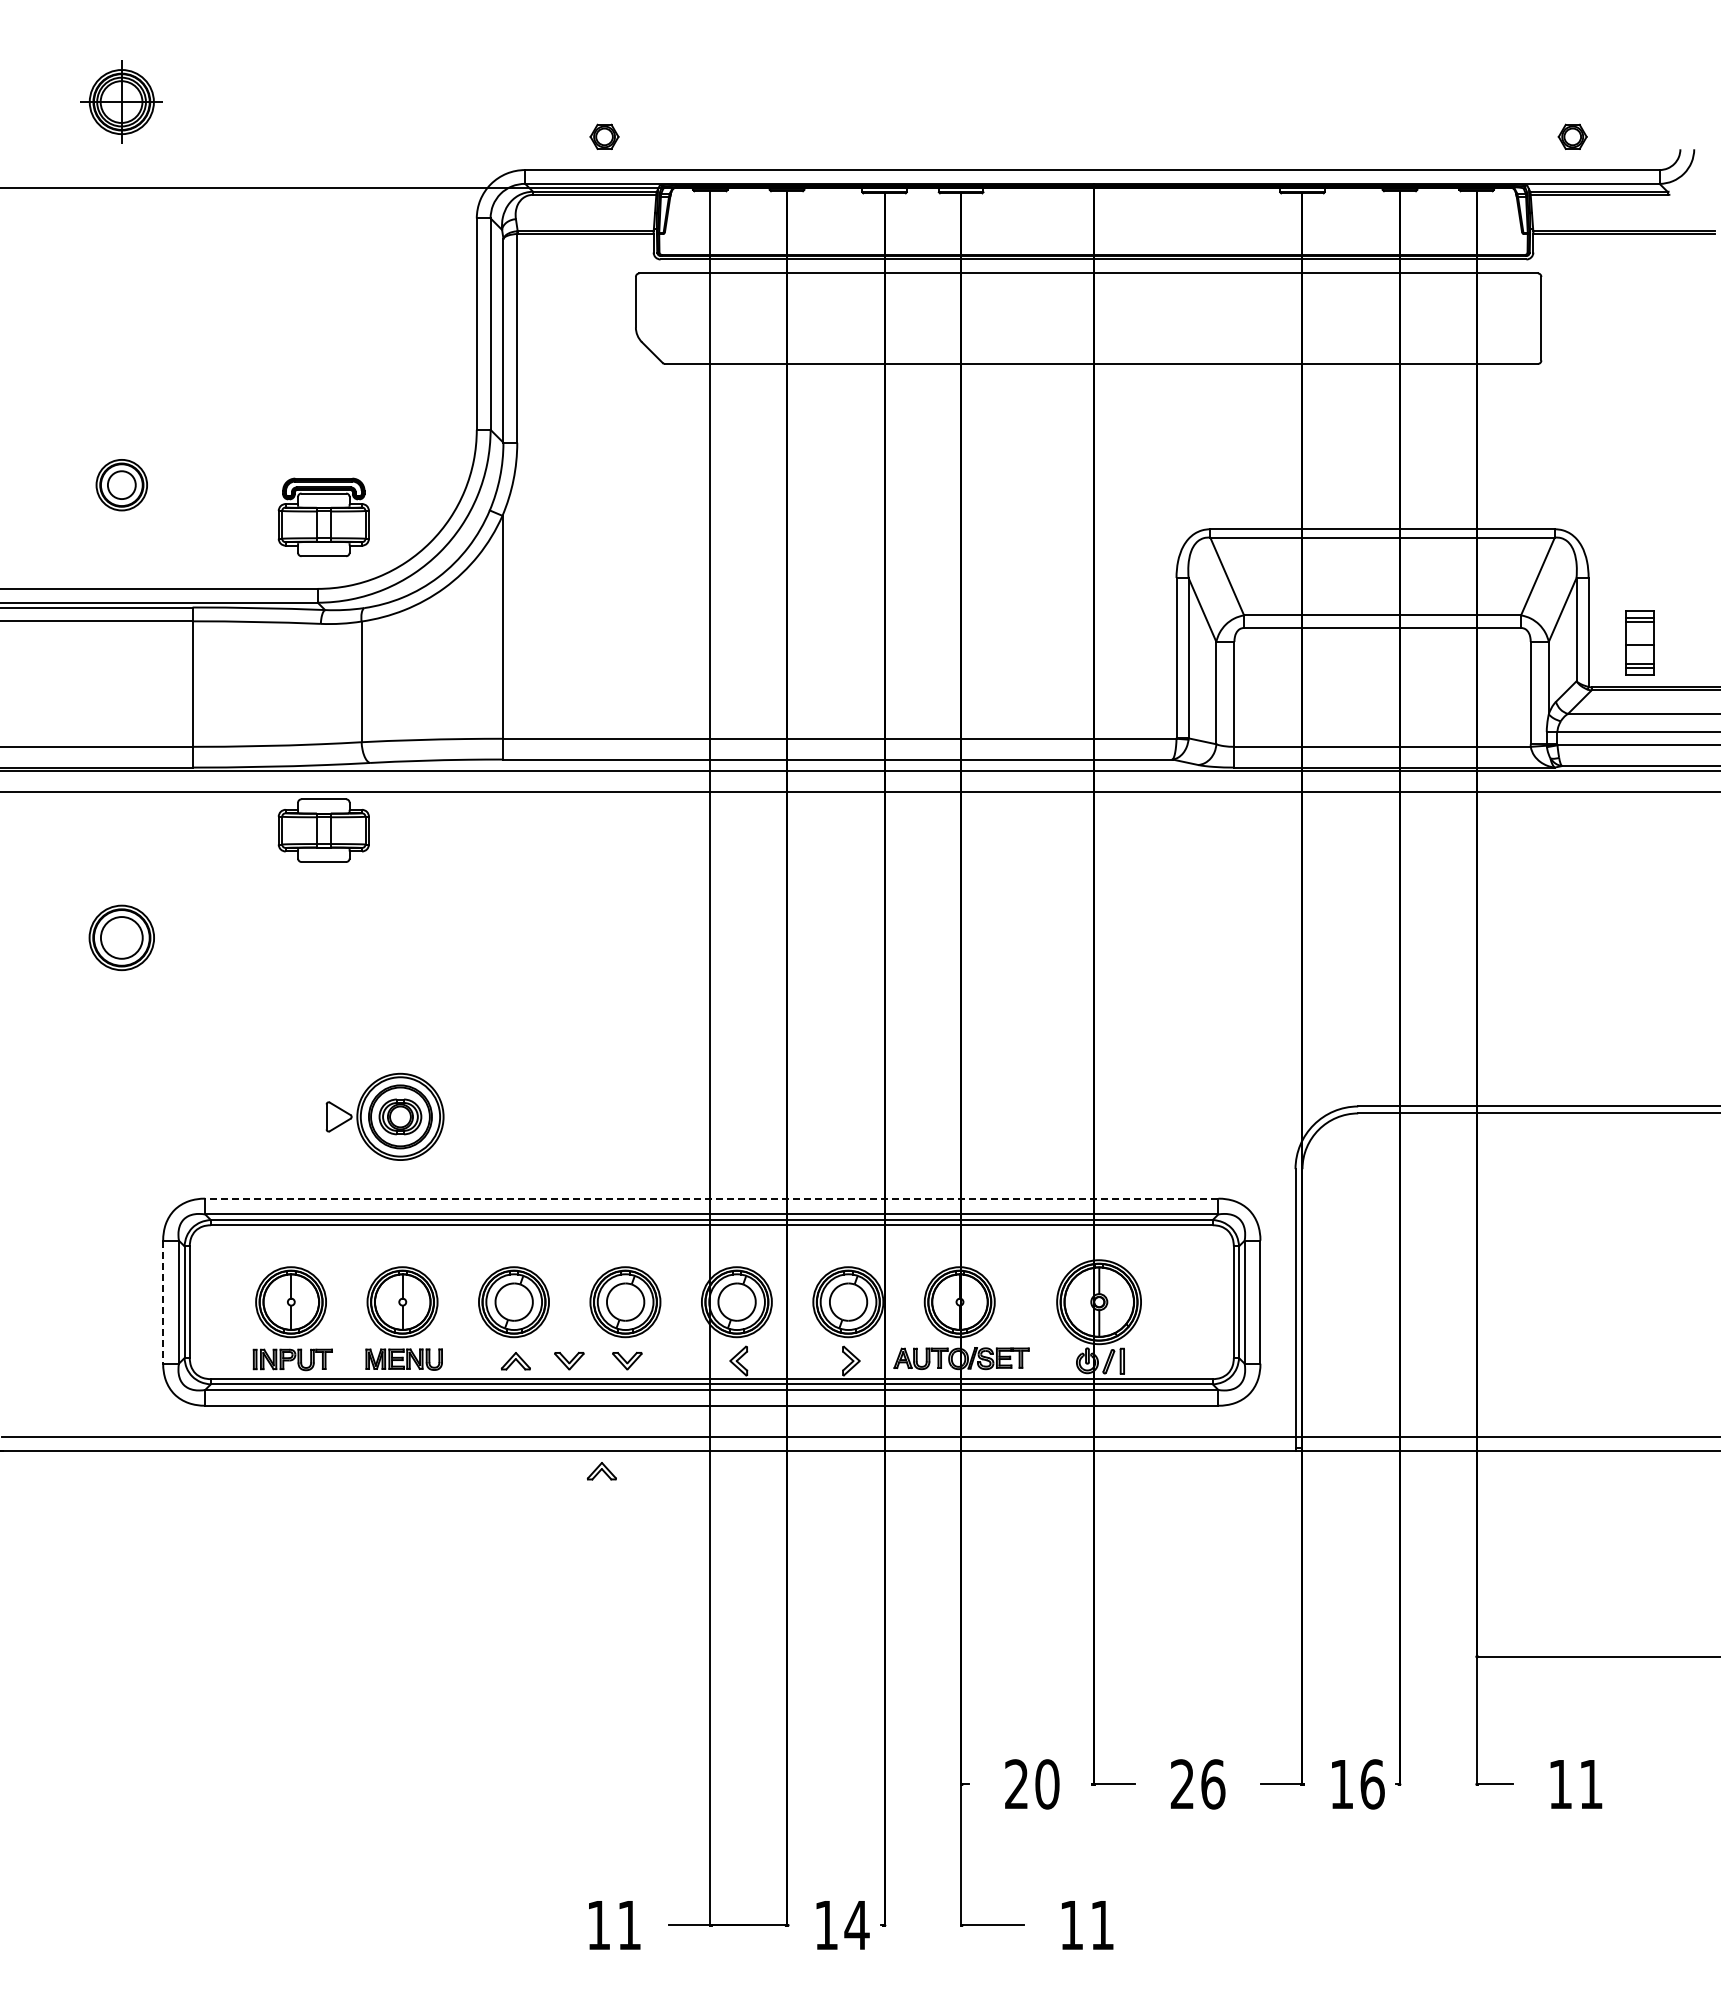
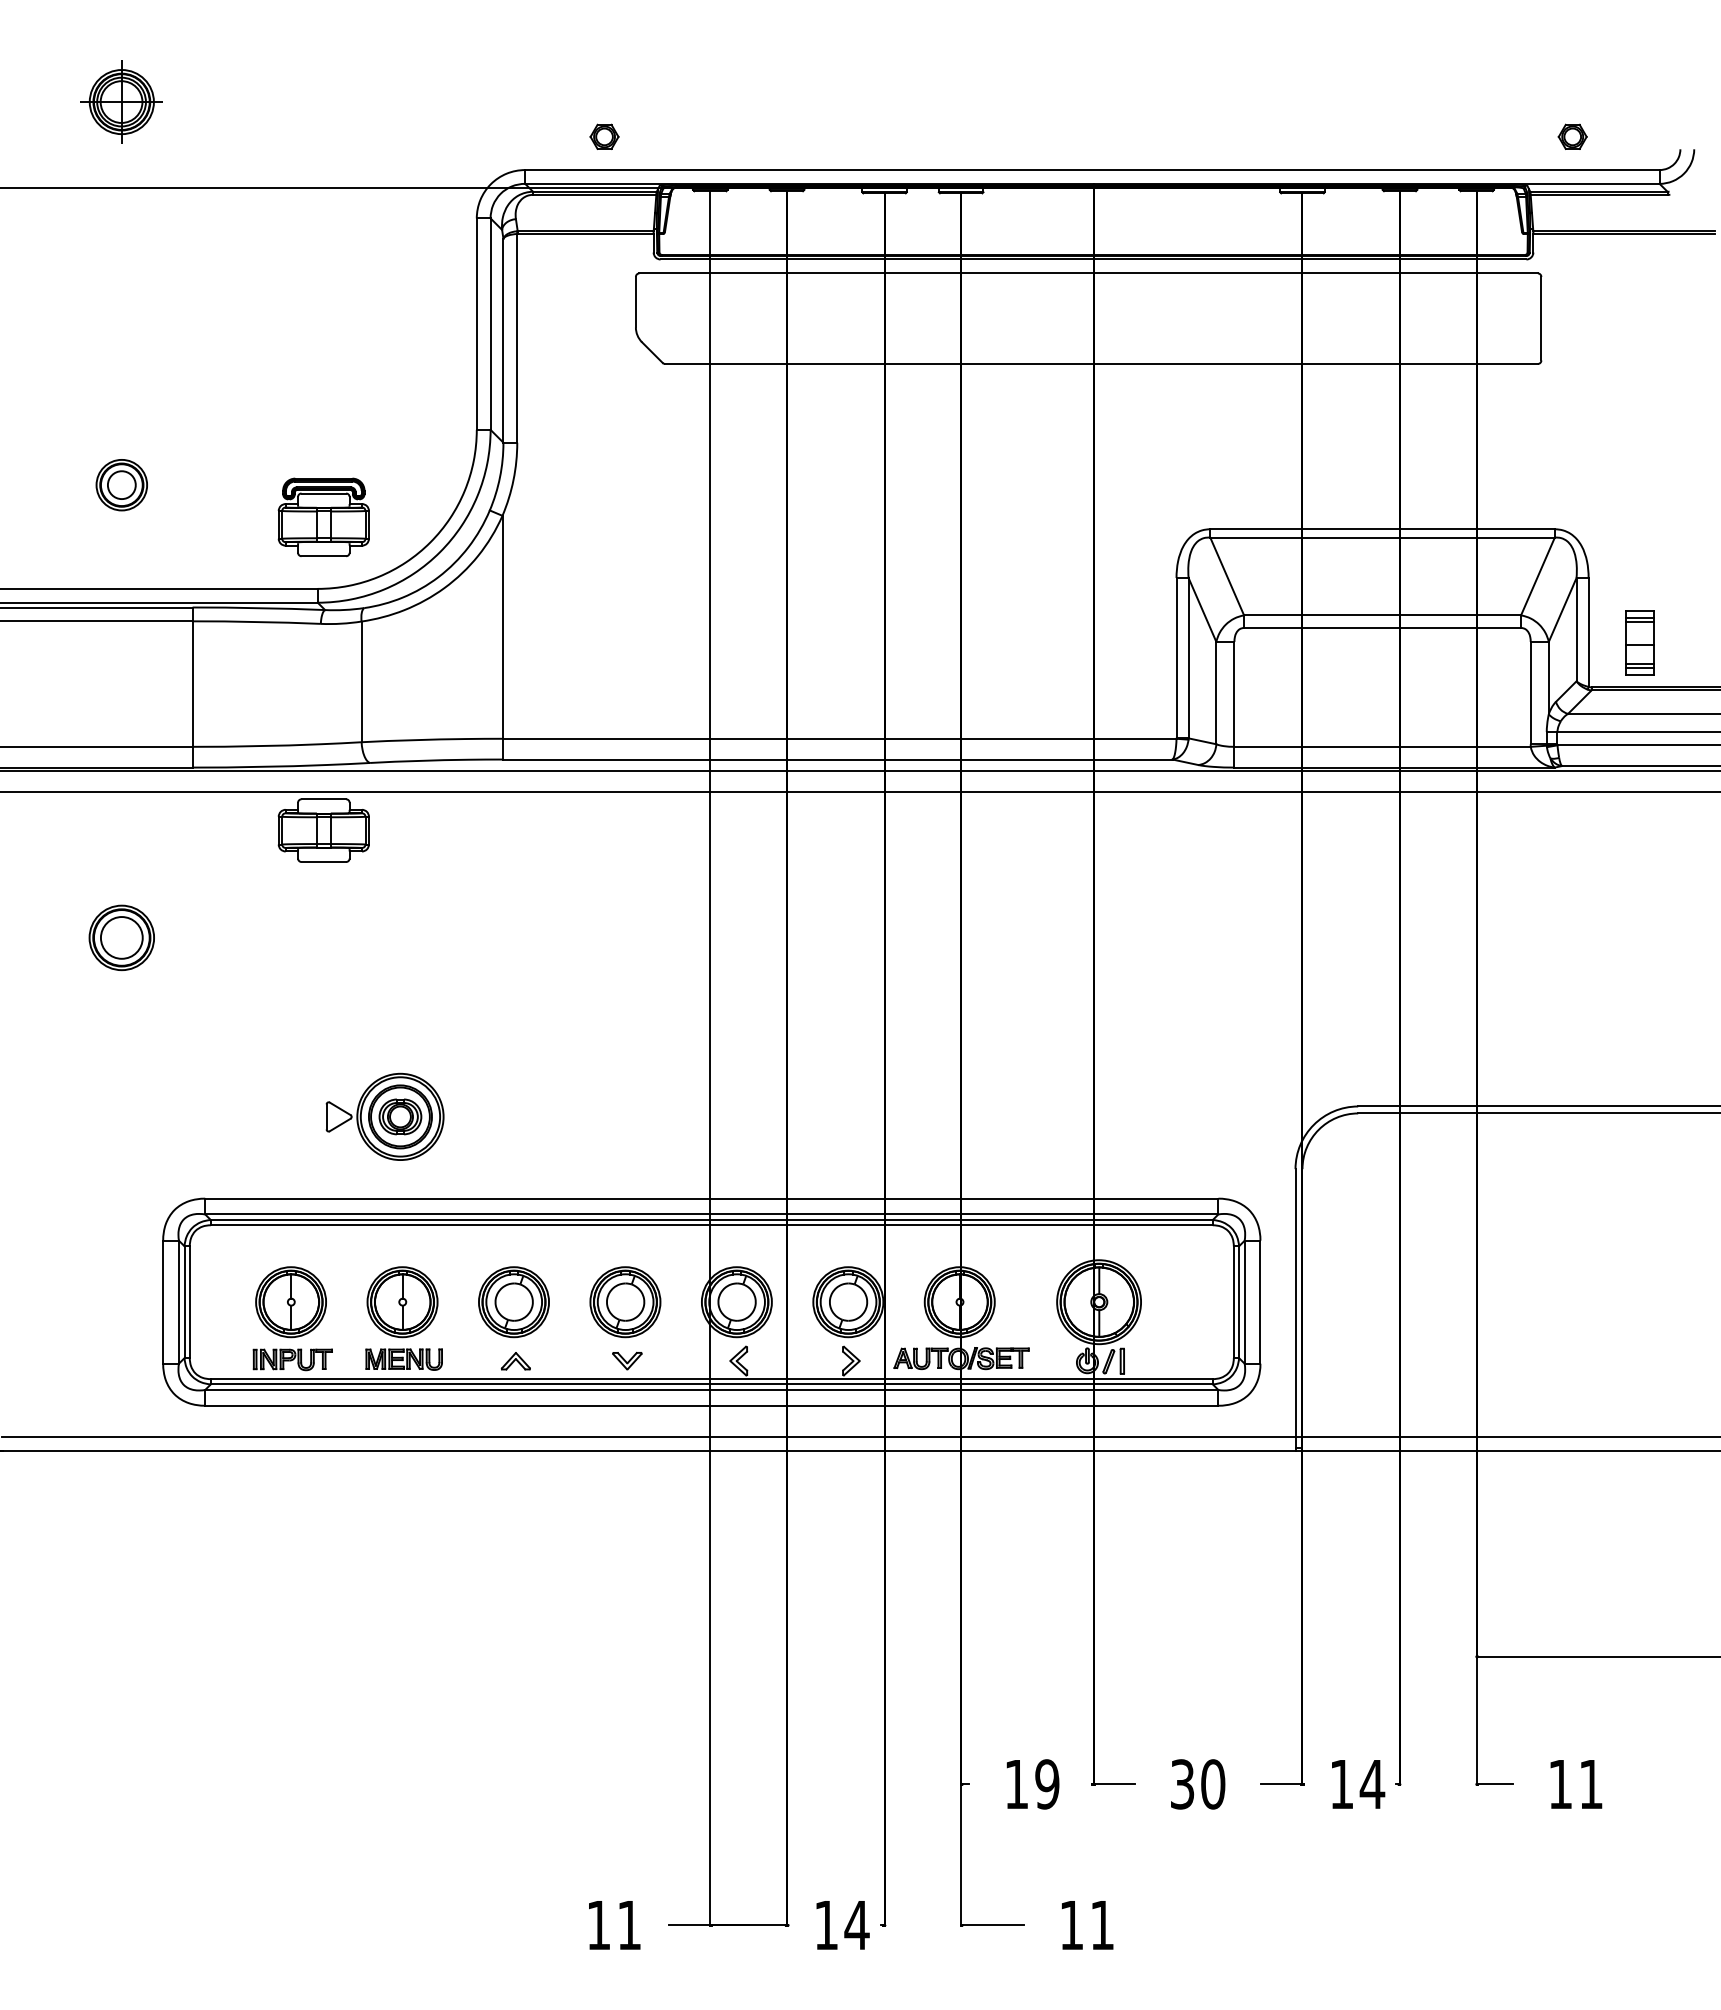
line at (711, 1198): dashed -> solid
line at (163, 1302): dashed -> solid
part at (569, 1360): present -> none
part at (601, 1471): present -> none
text at (1032, 1784): 20 -> 19
text at (1197, 1784): 26 -> 30
text at (1372, 1784): 16 -> 14
